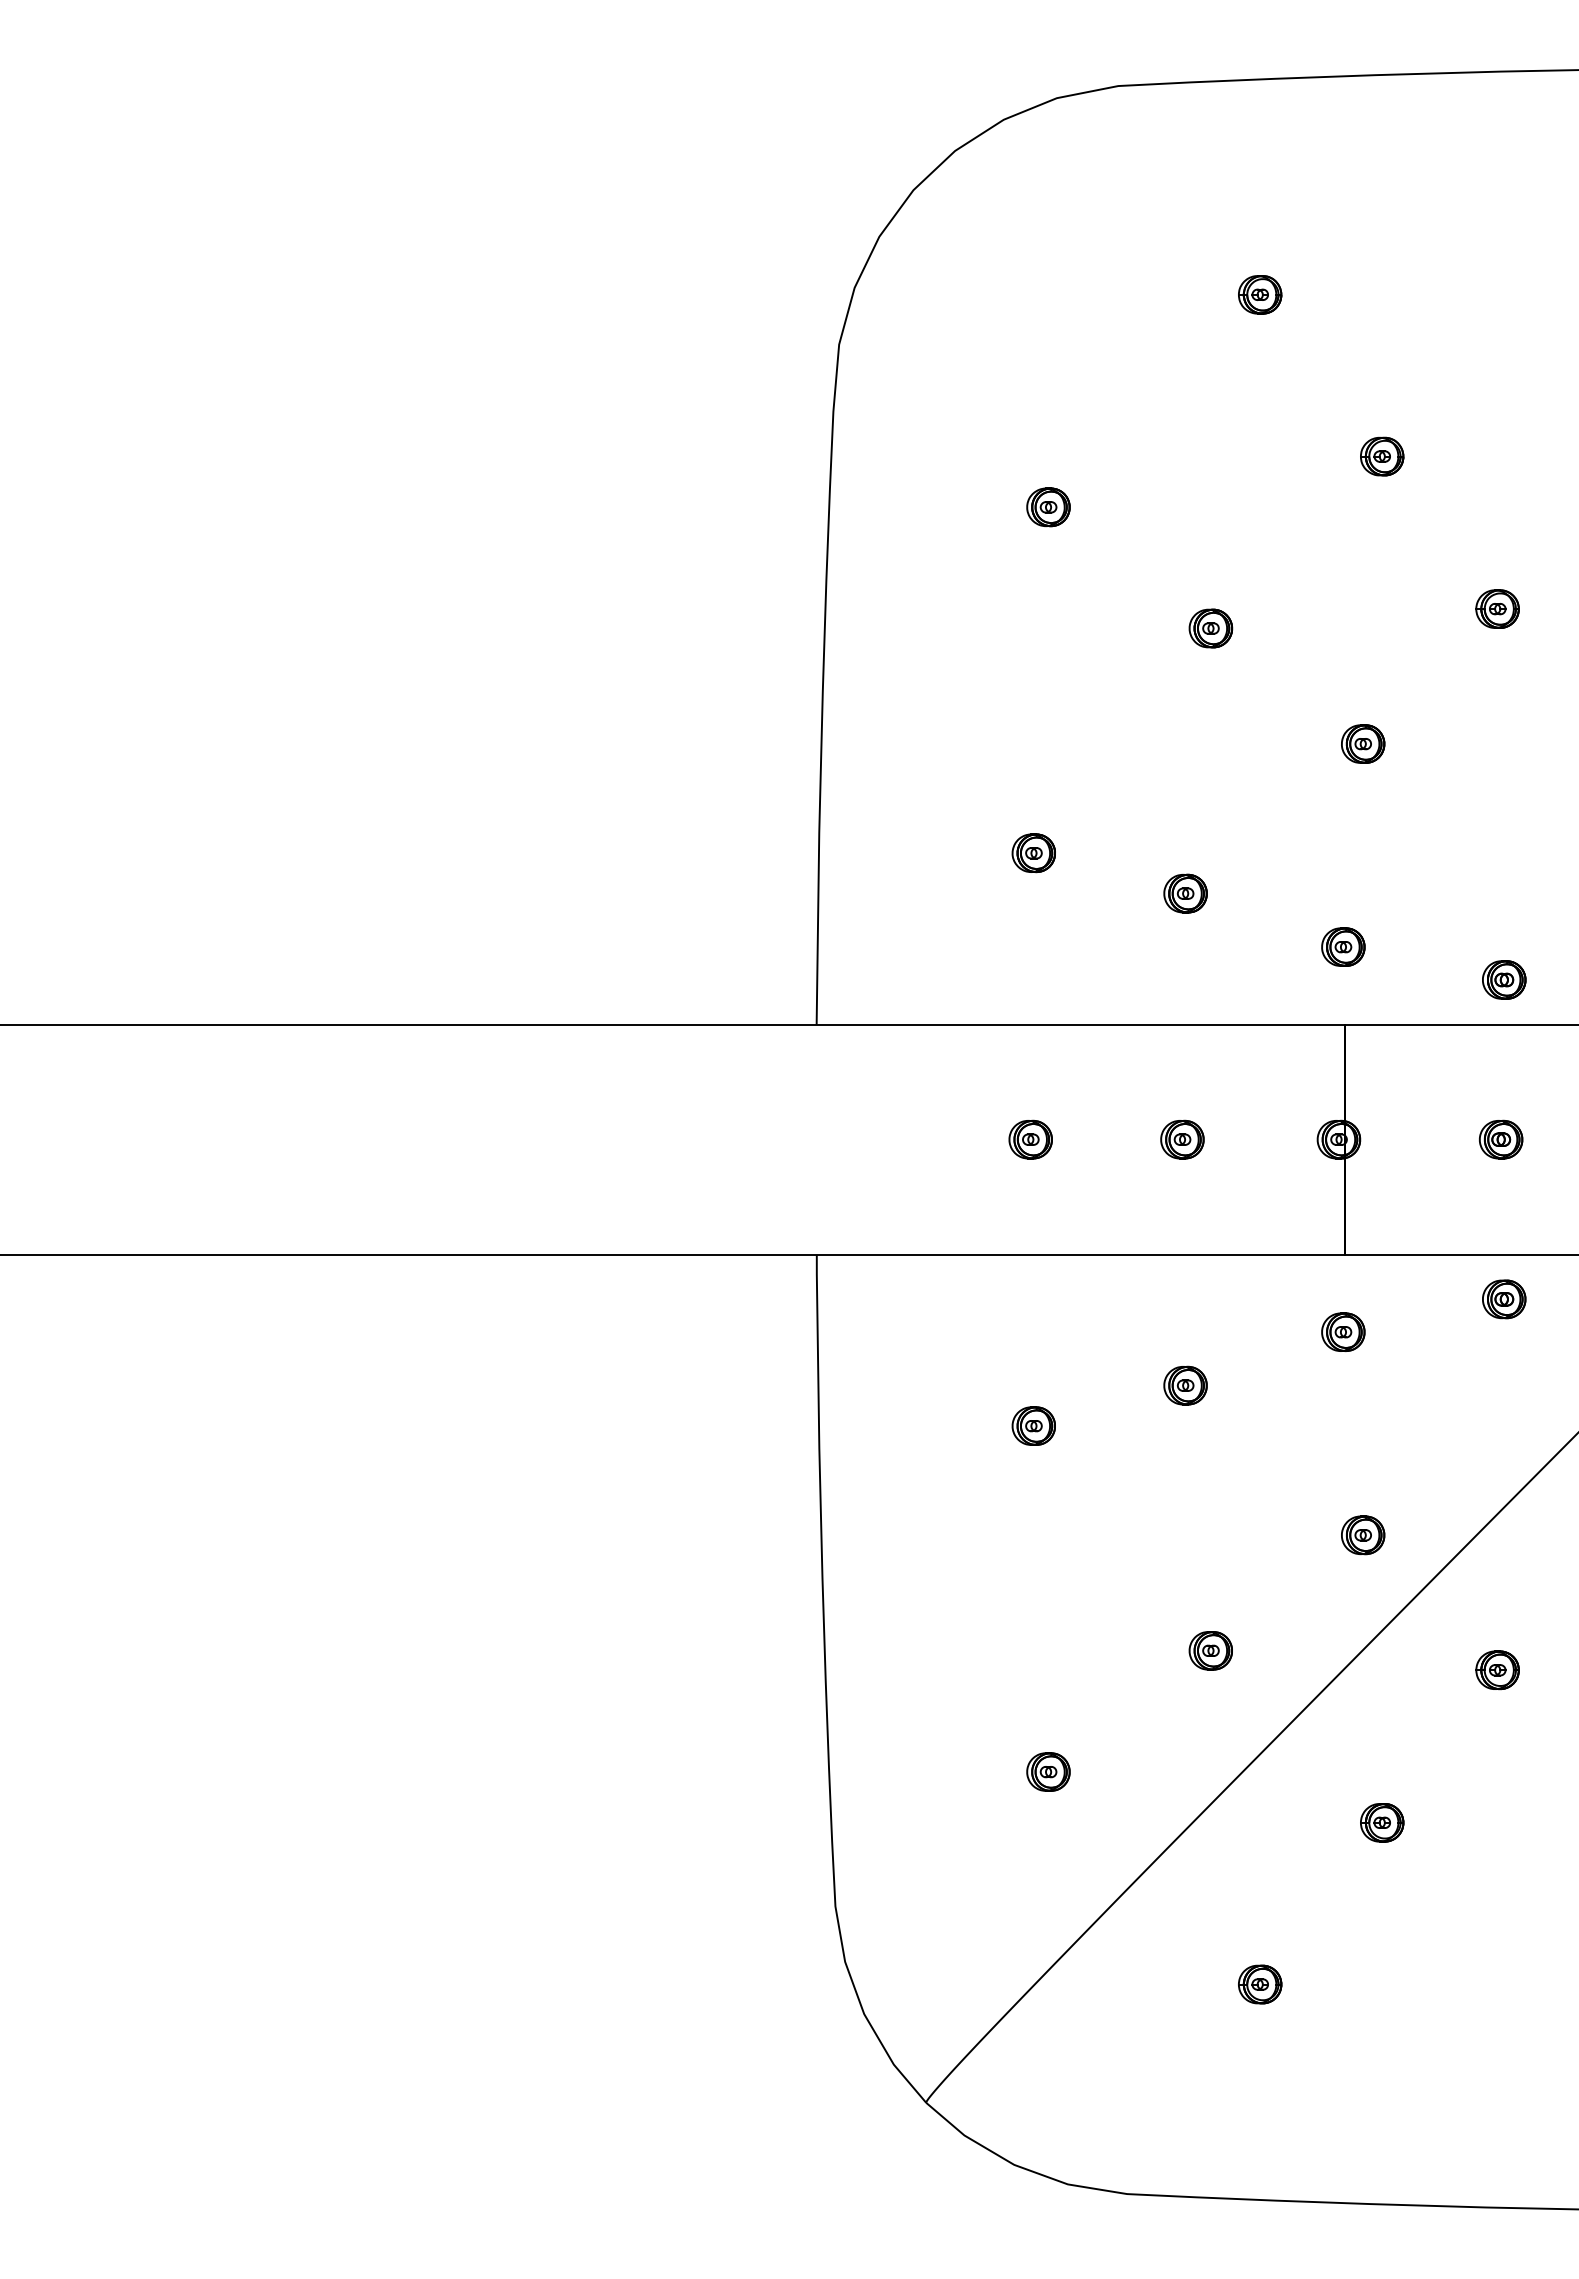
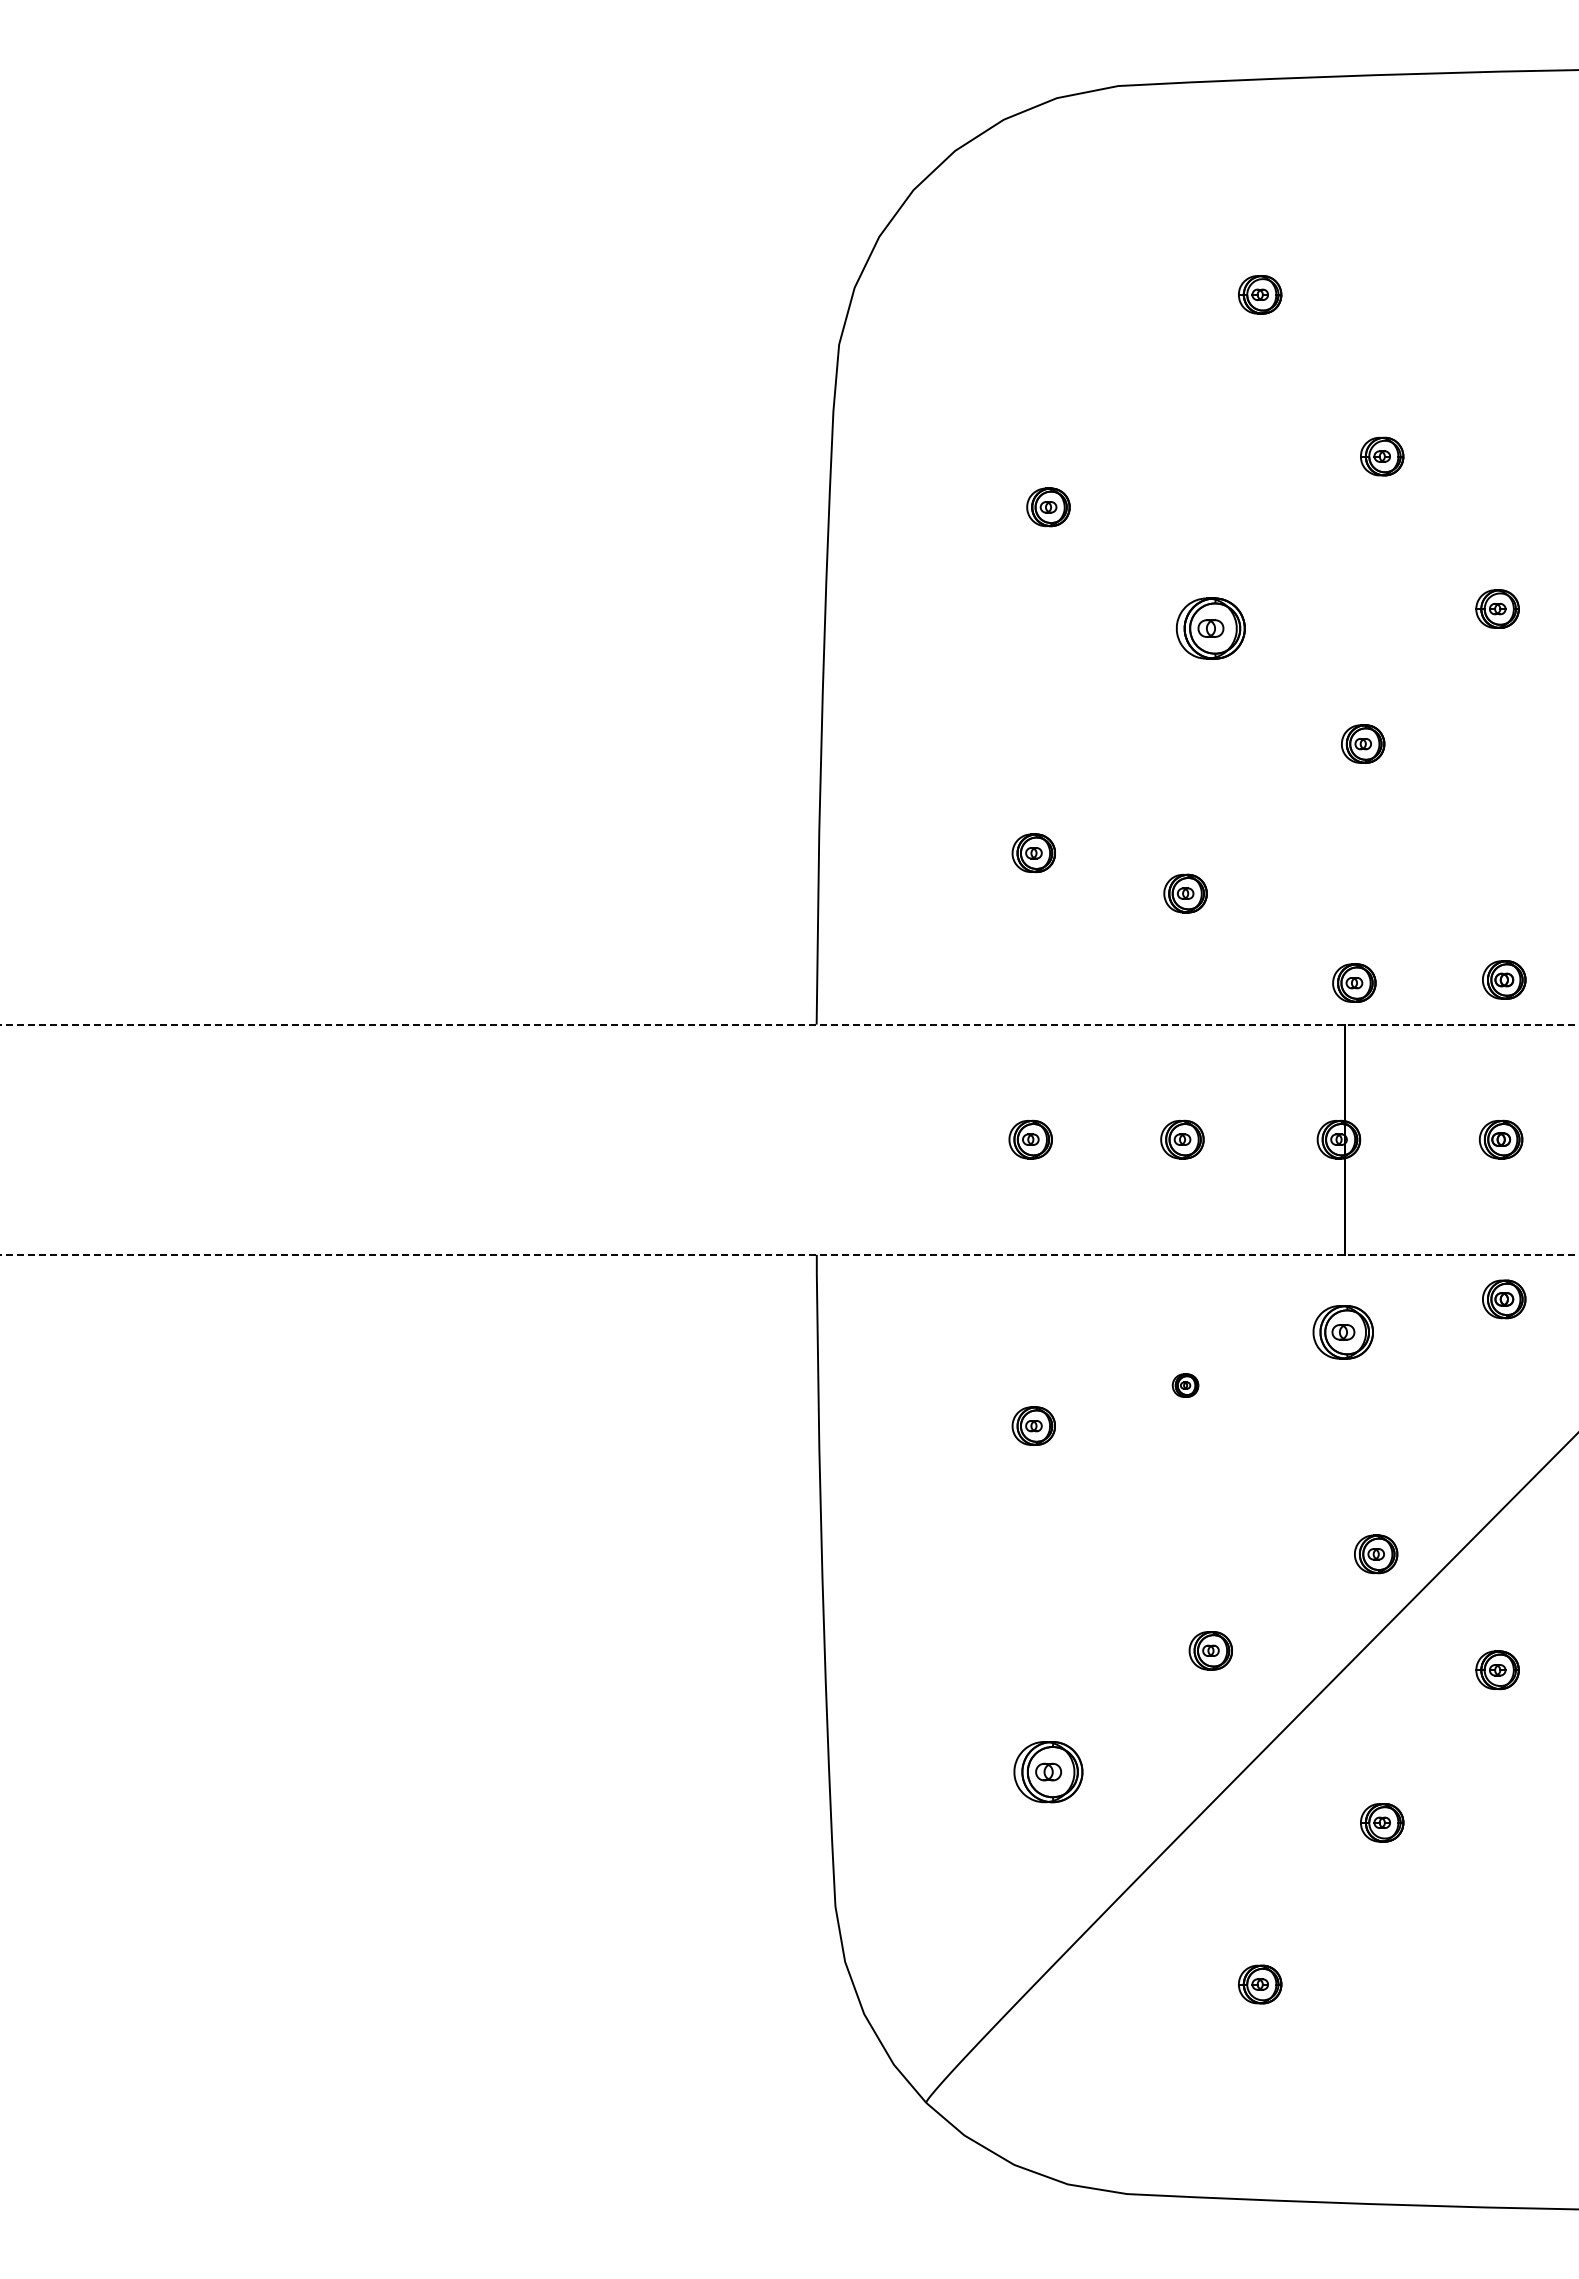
part at (1210, 628) size: 46x41 px -> 70x63 px
part at (1343, 946) position: (1343, 946) -> (1354, 982)
line at (789, 1024): solid -> dashed
line at (789, 1254): solid -> dashed
part at (1343, 1331) size: 45x40 px -> 62x55 px
part at (1185, 1385) size: 45x41 px -> 29x25 px
part at (1363, 1535) position: (1363, 1535) -> (1376, 1554)
part at (1048, 1771) size: 45x40 px -> 71x63 px
